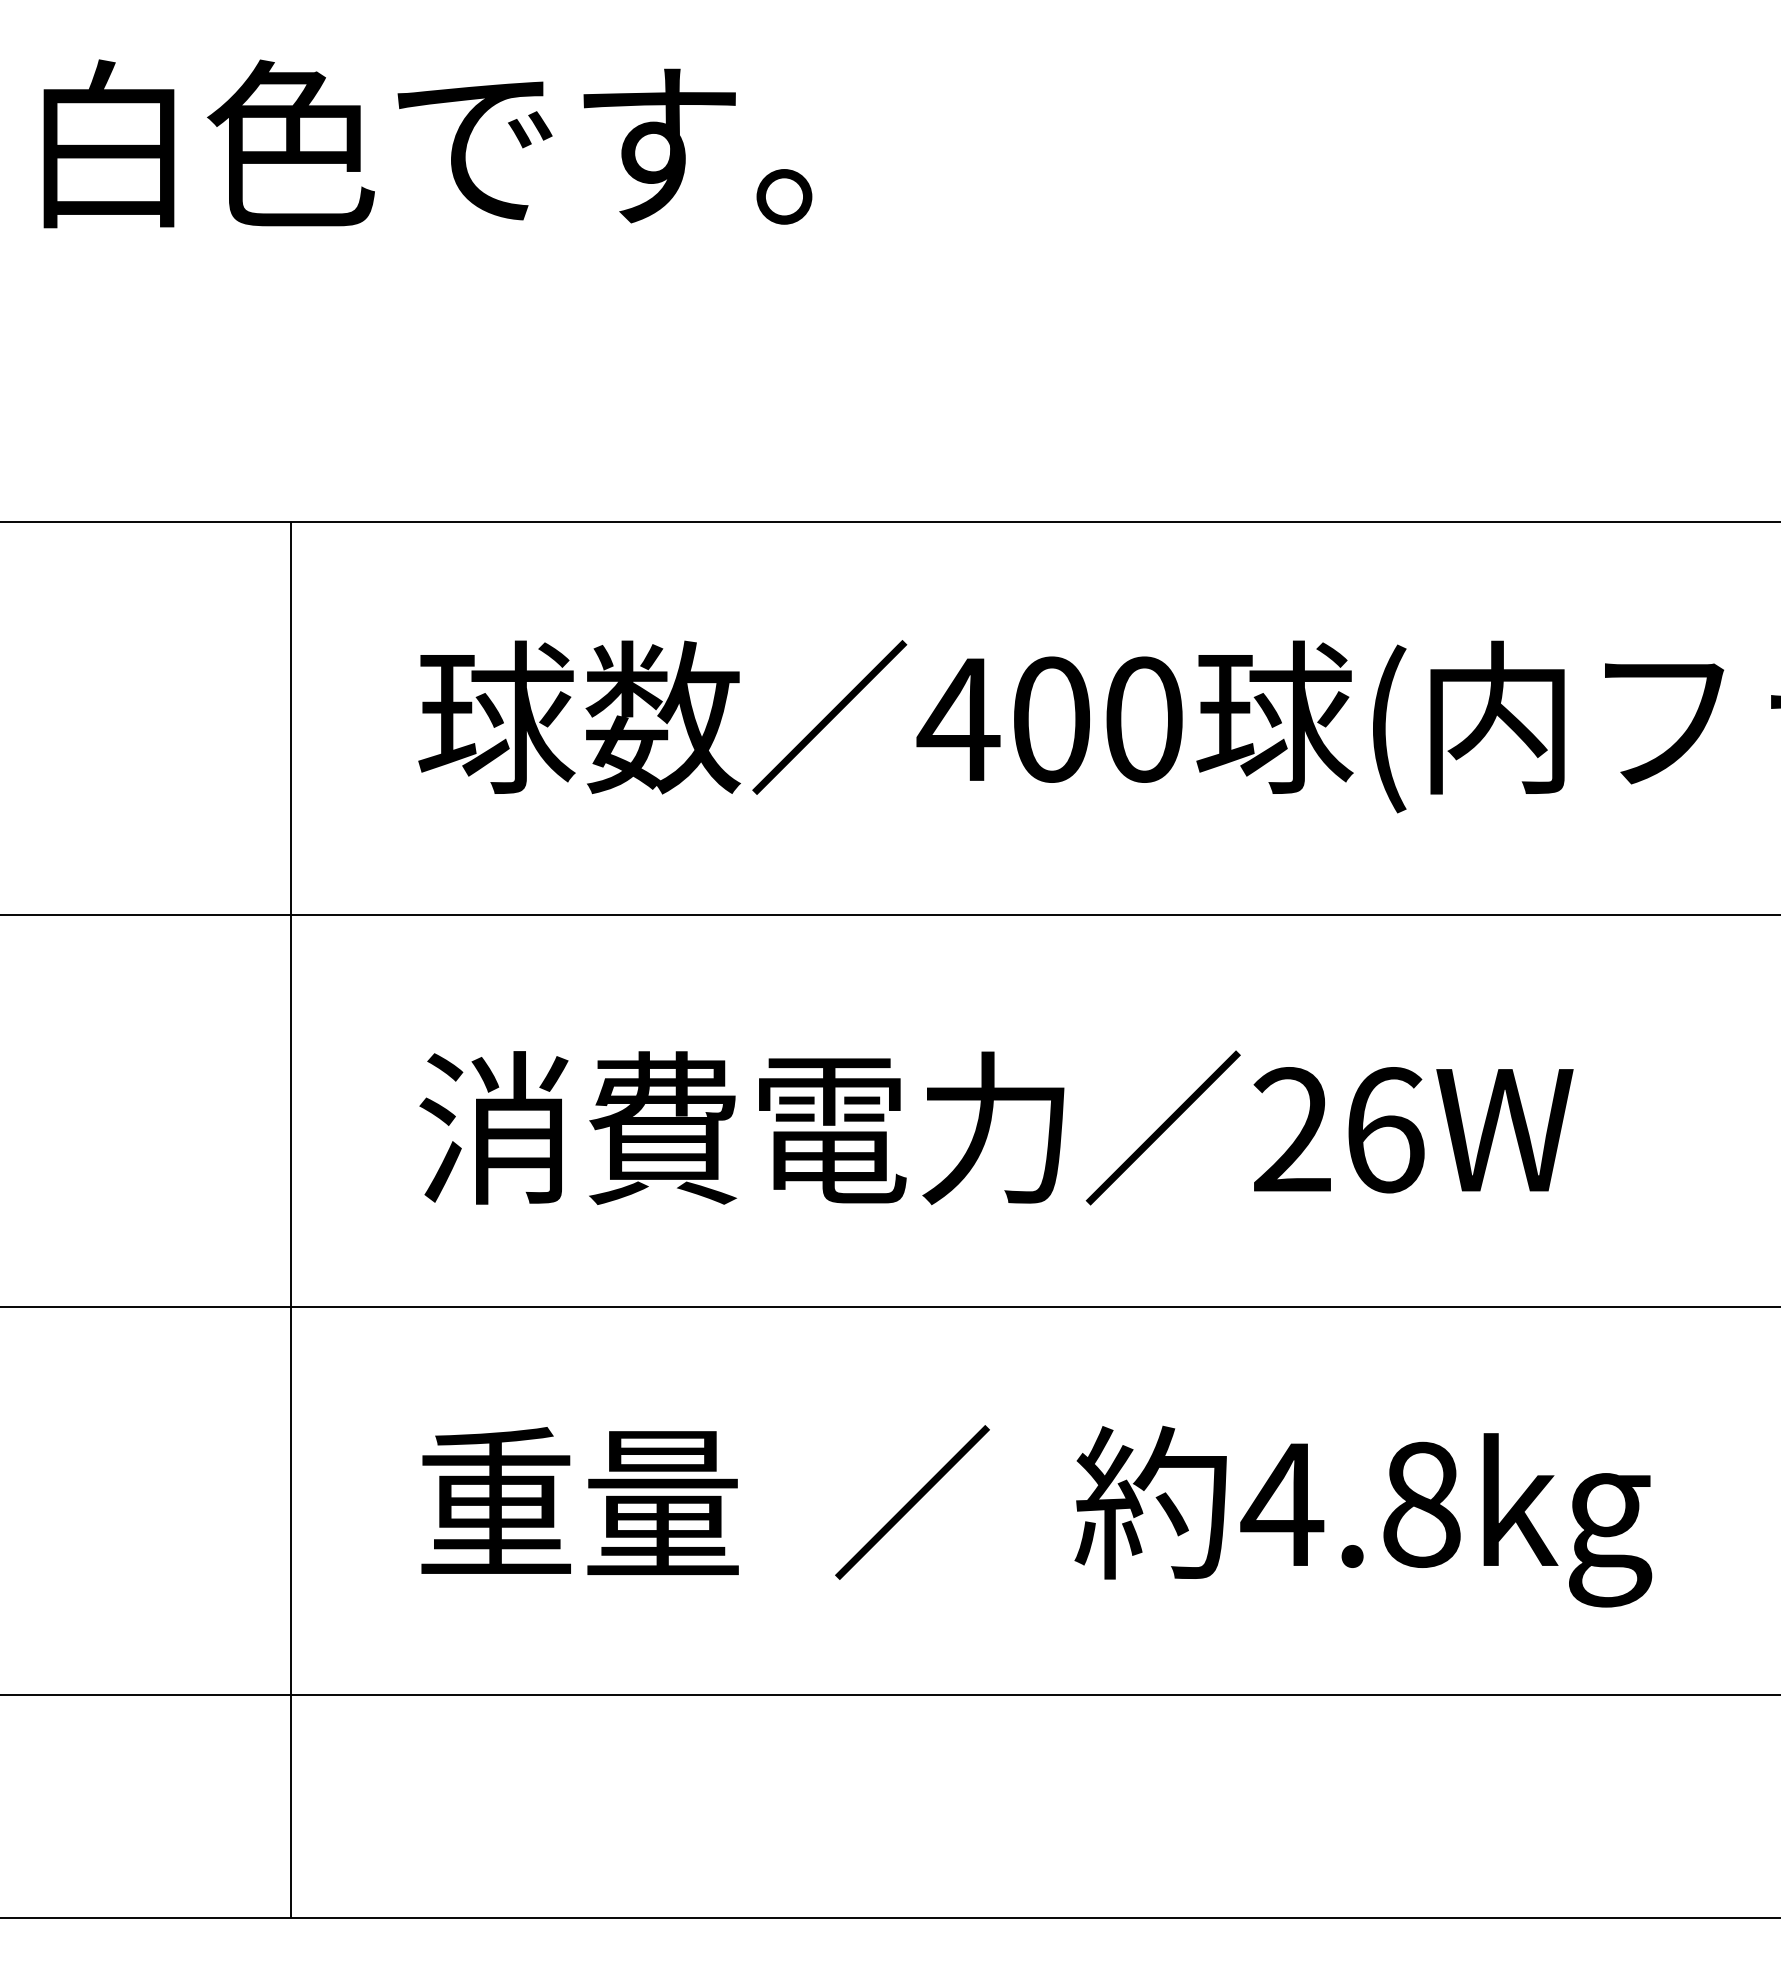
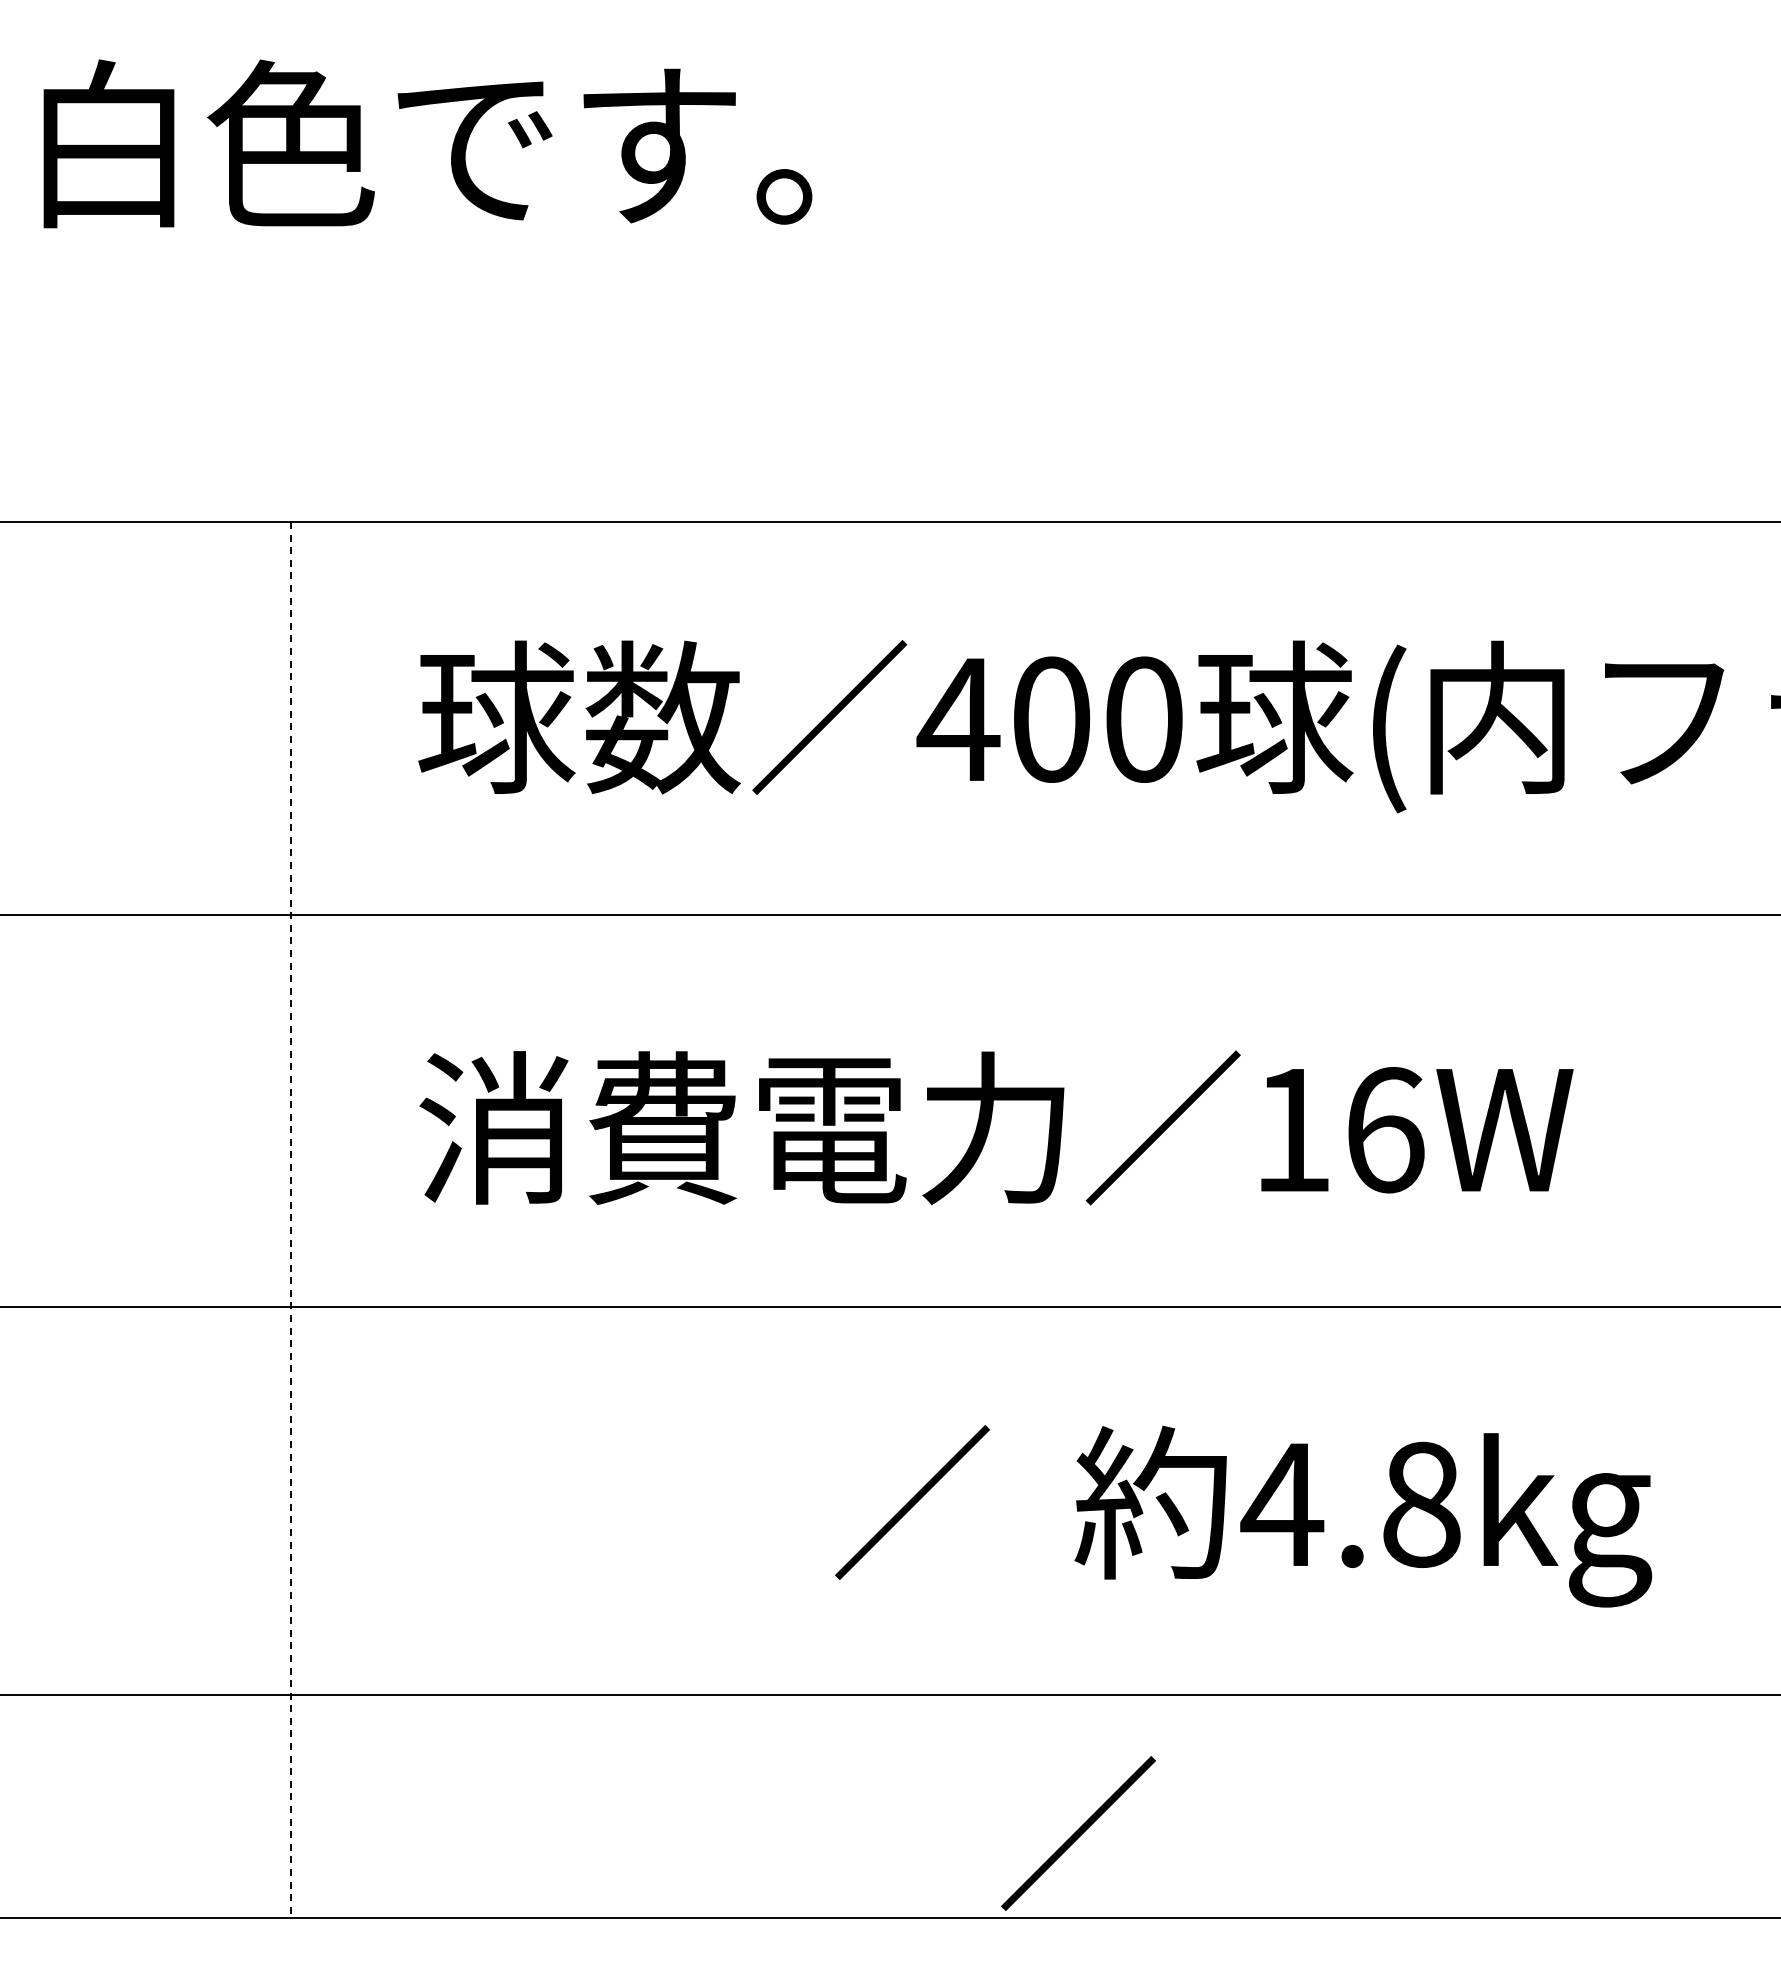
text at (1291, 1129): 26W -> 16W
line at (291, 1219): solid -> dashed
part at (588, 1488): present -> none
part at (1078, 1833): none -> present
